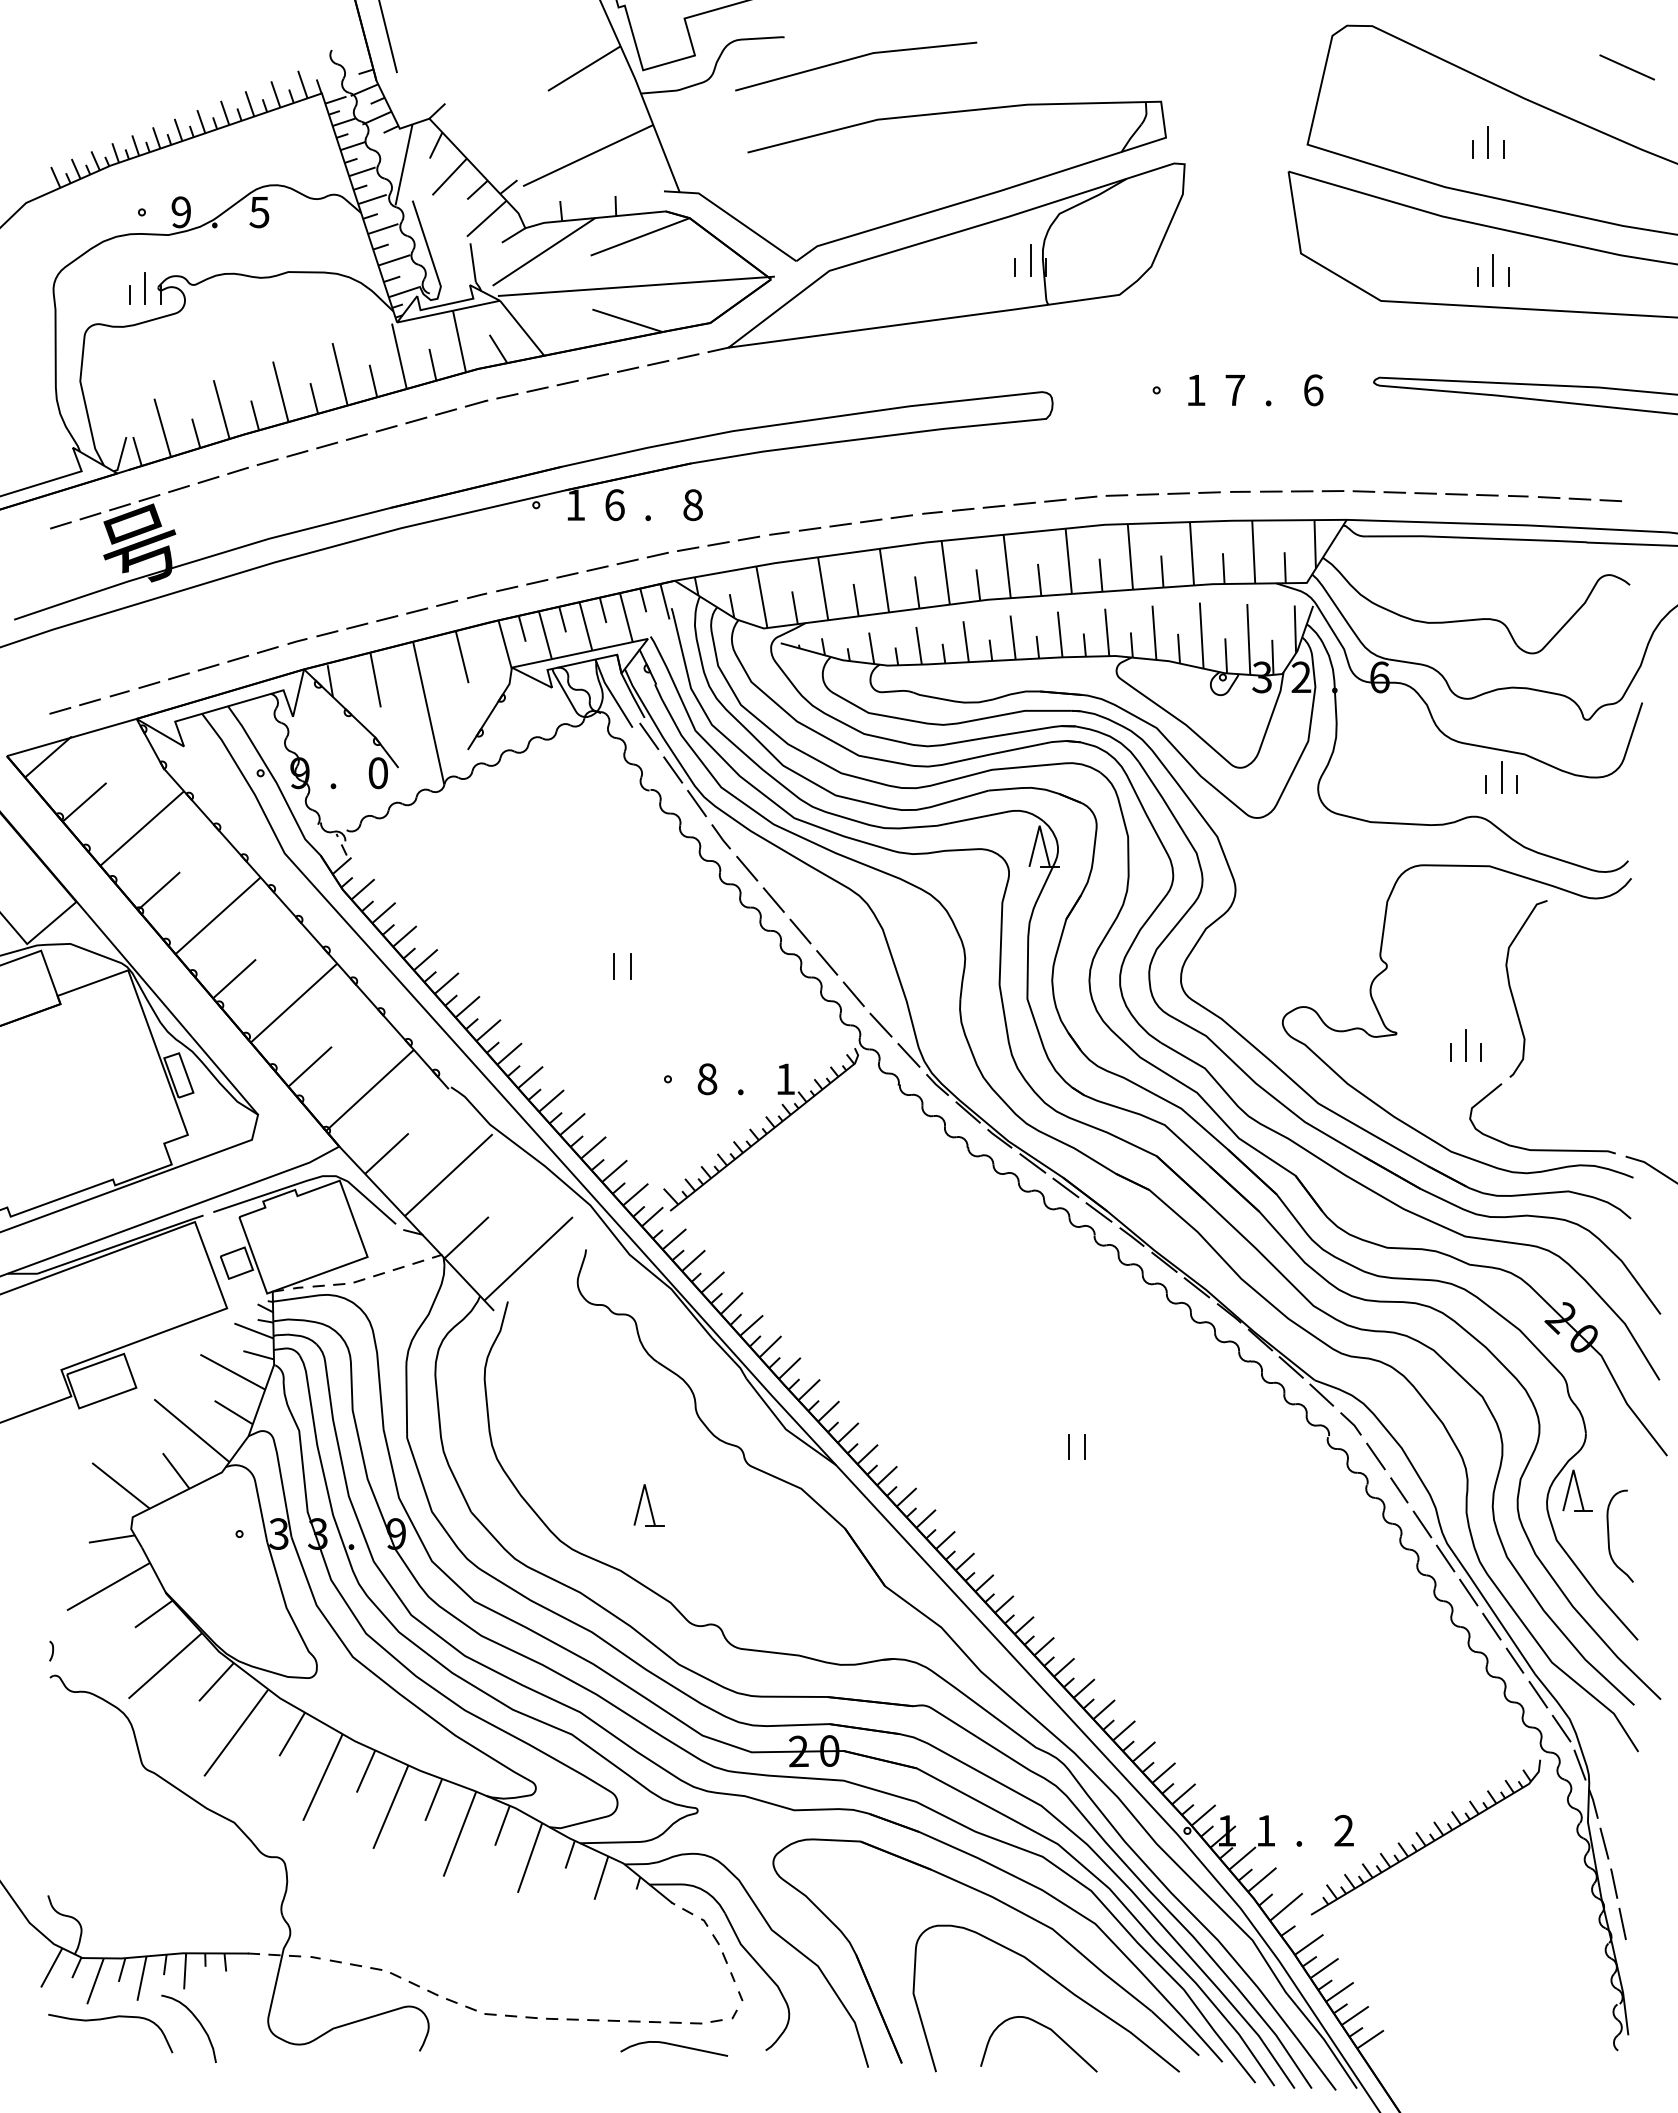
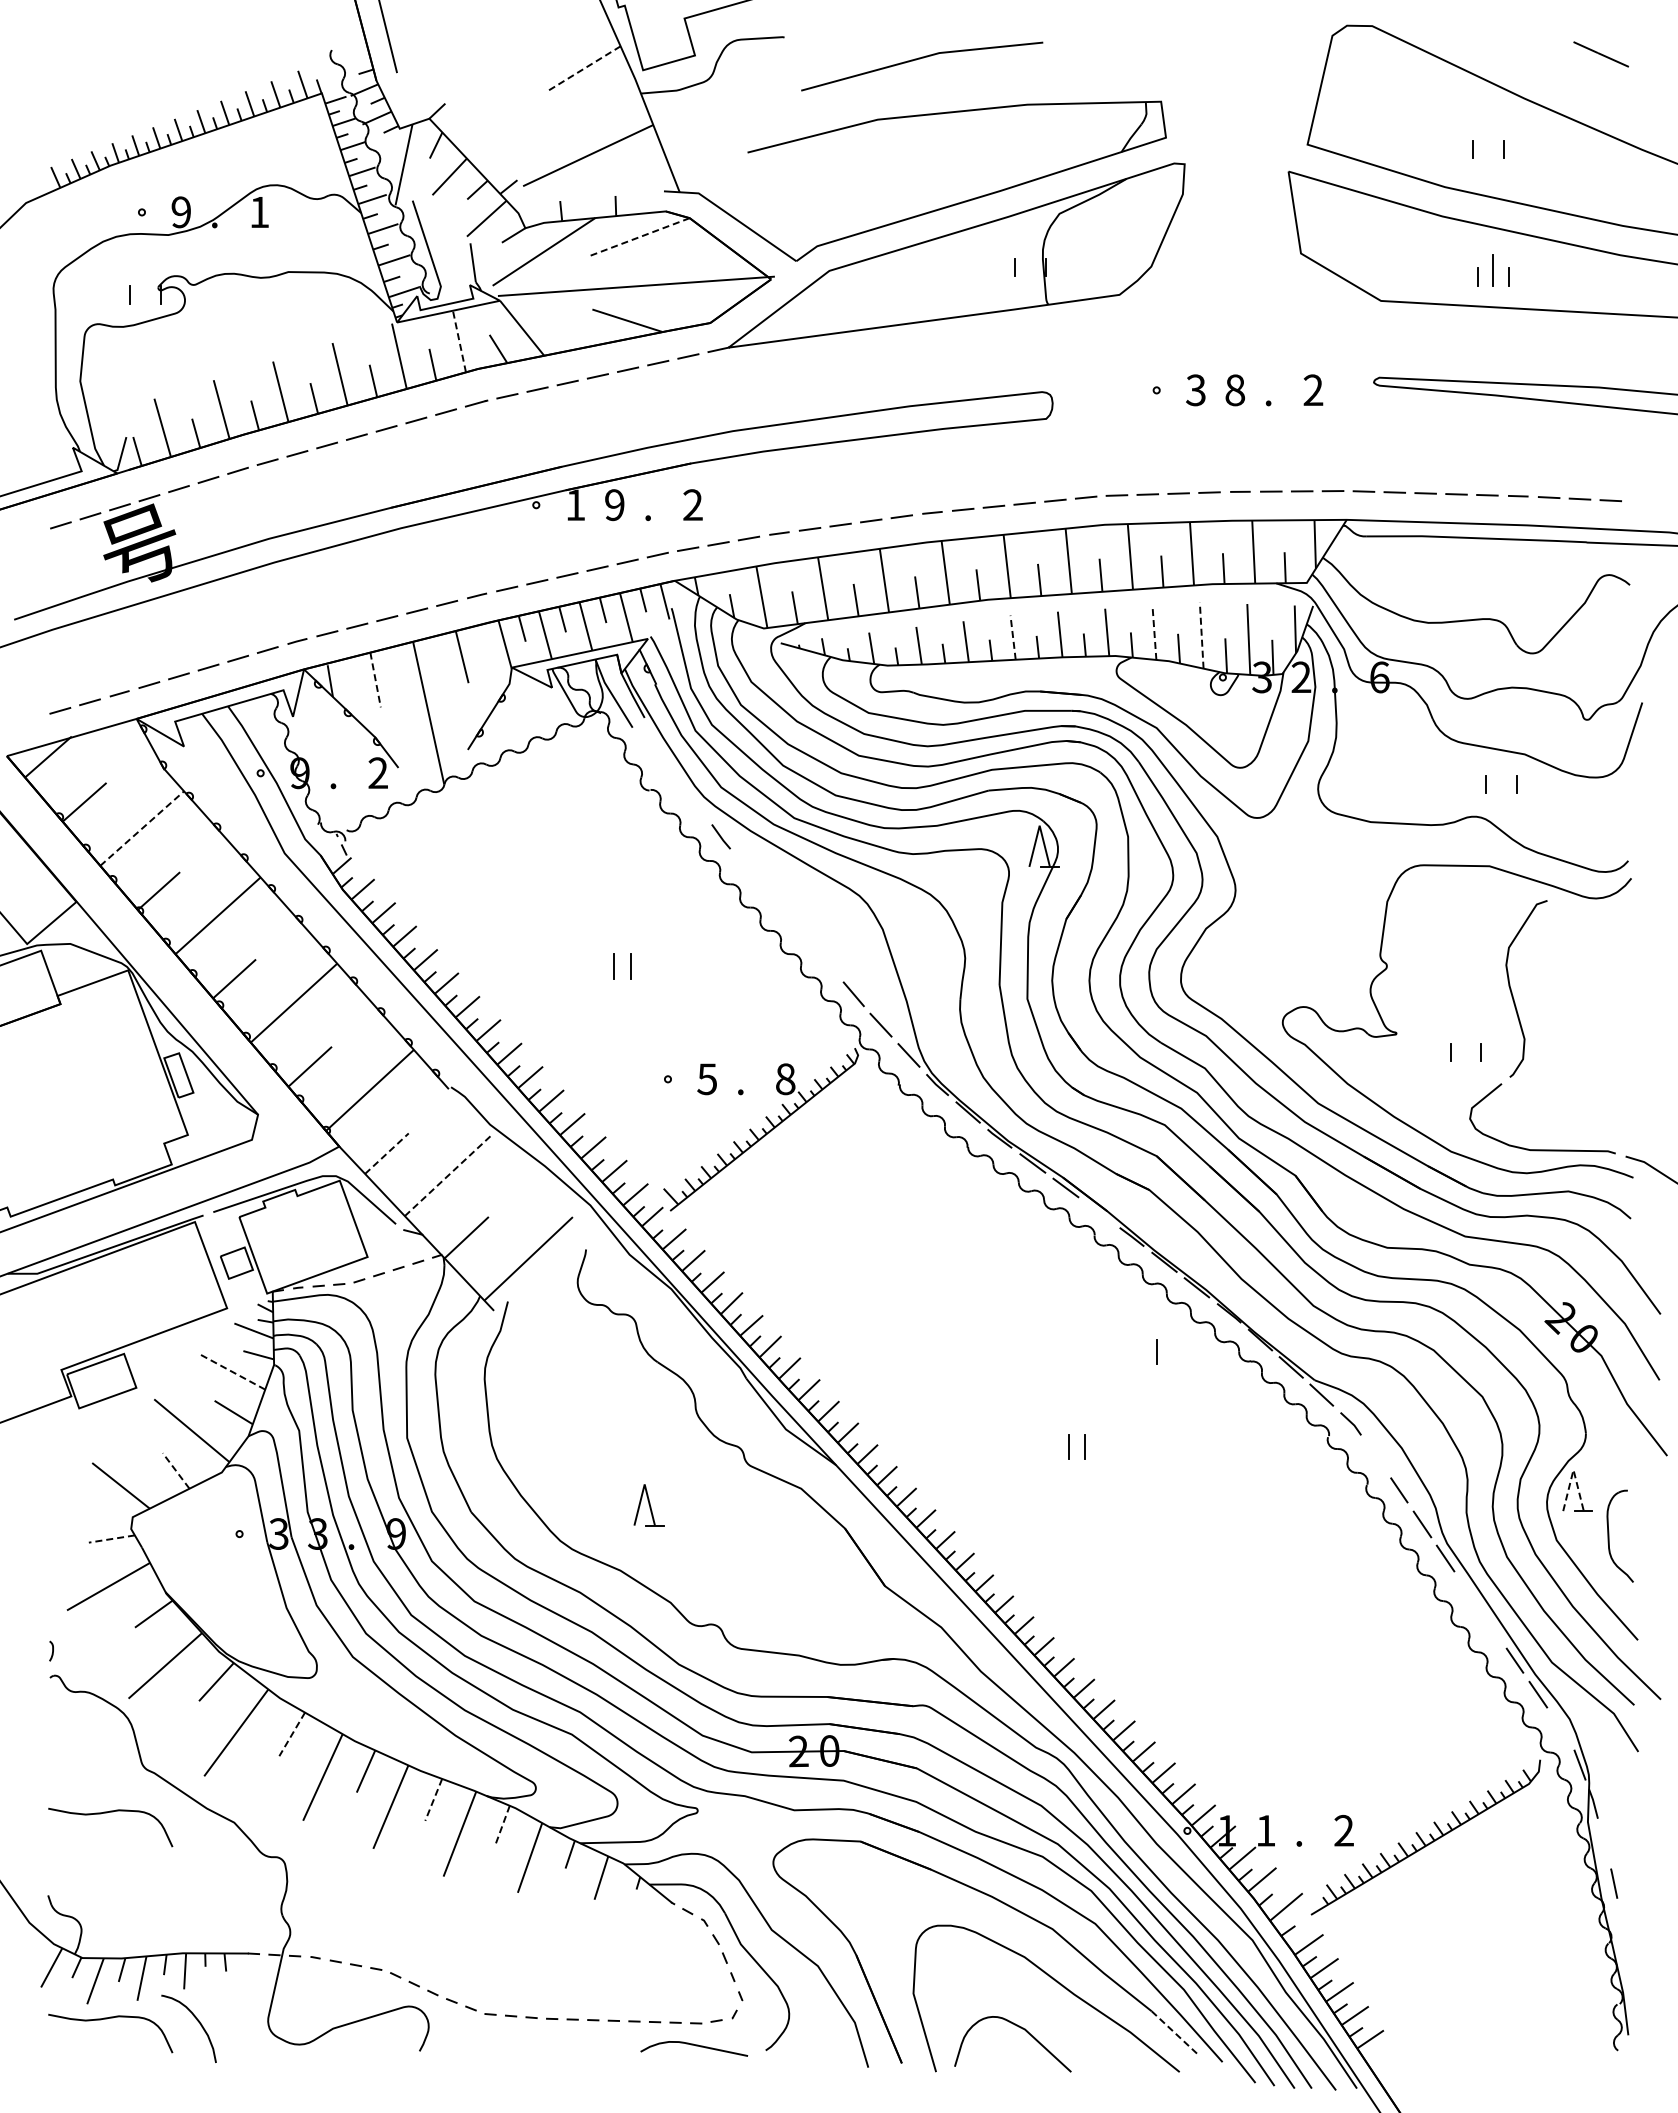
line at (854, 59) position: (854, 59) -> (920, 59)
line at (1626, 67) position: (1626, 67) -> (1600, 54)
line at (584, 68): solid -> dashed
line at (1487, 142): present -> none
text at (259, 212): 5 -> 1
line at (640, 236): solid -> dashed
line at (1030, 260): present -> none
line at (145, 287): present -> none
line at (459, 341): solid -> dashed
text at (1195, 390): 1 -> 3
text at (1235, 390): 7 -> 8
text at (1313, 390): 6 -> 2
text at (614, 505): 6 -> 9
text at (692, 505): 8 -> 2
line at (1154, 632): solid -> dashed
line at (1201, 635): solid -> dashed
line at (1013, 637): solid -> dashed
line at (375, 680): solid -> dashed
line at (649, 736): present -> none
line at (673, 769): present -> none
text at (377, 773): 0 -> 2
line at (1501, 777): present -> none
line at (696, 803): present -> none
line at (142, 828): solid -> dashed
line at (747, 868): present -> none
line at (773, 899): present -> none
line at (800, 931): present -> none
line at (827, 962): present -> none
line at (1465, 1044): present -> none
text at (707, 1079): 8 -> 5
text at (785, 1079): 1 -> 8
line at (386, 1153): solid -> dashed
line at (449, 1174): solid -> dashed
line at (1098, 1212): present -> none
line at (1156, 1351): none -> present
line at (232, 1372): solid -> dashed
line at (1375, 1456): present -> none
line at (1573, 1469): solid -> dashed
line at (175, 1470): solid -> dashed
line at (111, 1539): solid -> dashed
line at (1468, 1592): present -> none
line at (1491, 1626): present -> none
line at (1561, 1728): present -> none
line at (291, 1734): solid -> dashed
line at (433, 1799): solid -> dashed
curve at (107, 1813): none -> present
line at (502, 1826): solid -> dashed
line at (1604, 1843): present -> none
line at (1622, 1923): present -> none
curve at (1046, 2028) position: (1046, 2028) -> (1020, 2028)
line at (1175, 2033): solid -> dashed
curve at (675, 2046) position: (675, 2046) -> (695, 2046)
